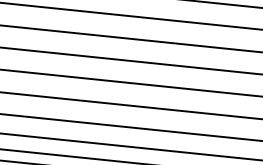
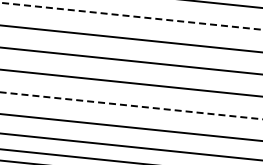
line at (131, 16): solid -> dashed
line at (130, 105): solid -> dashed
